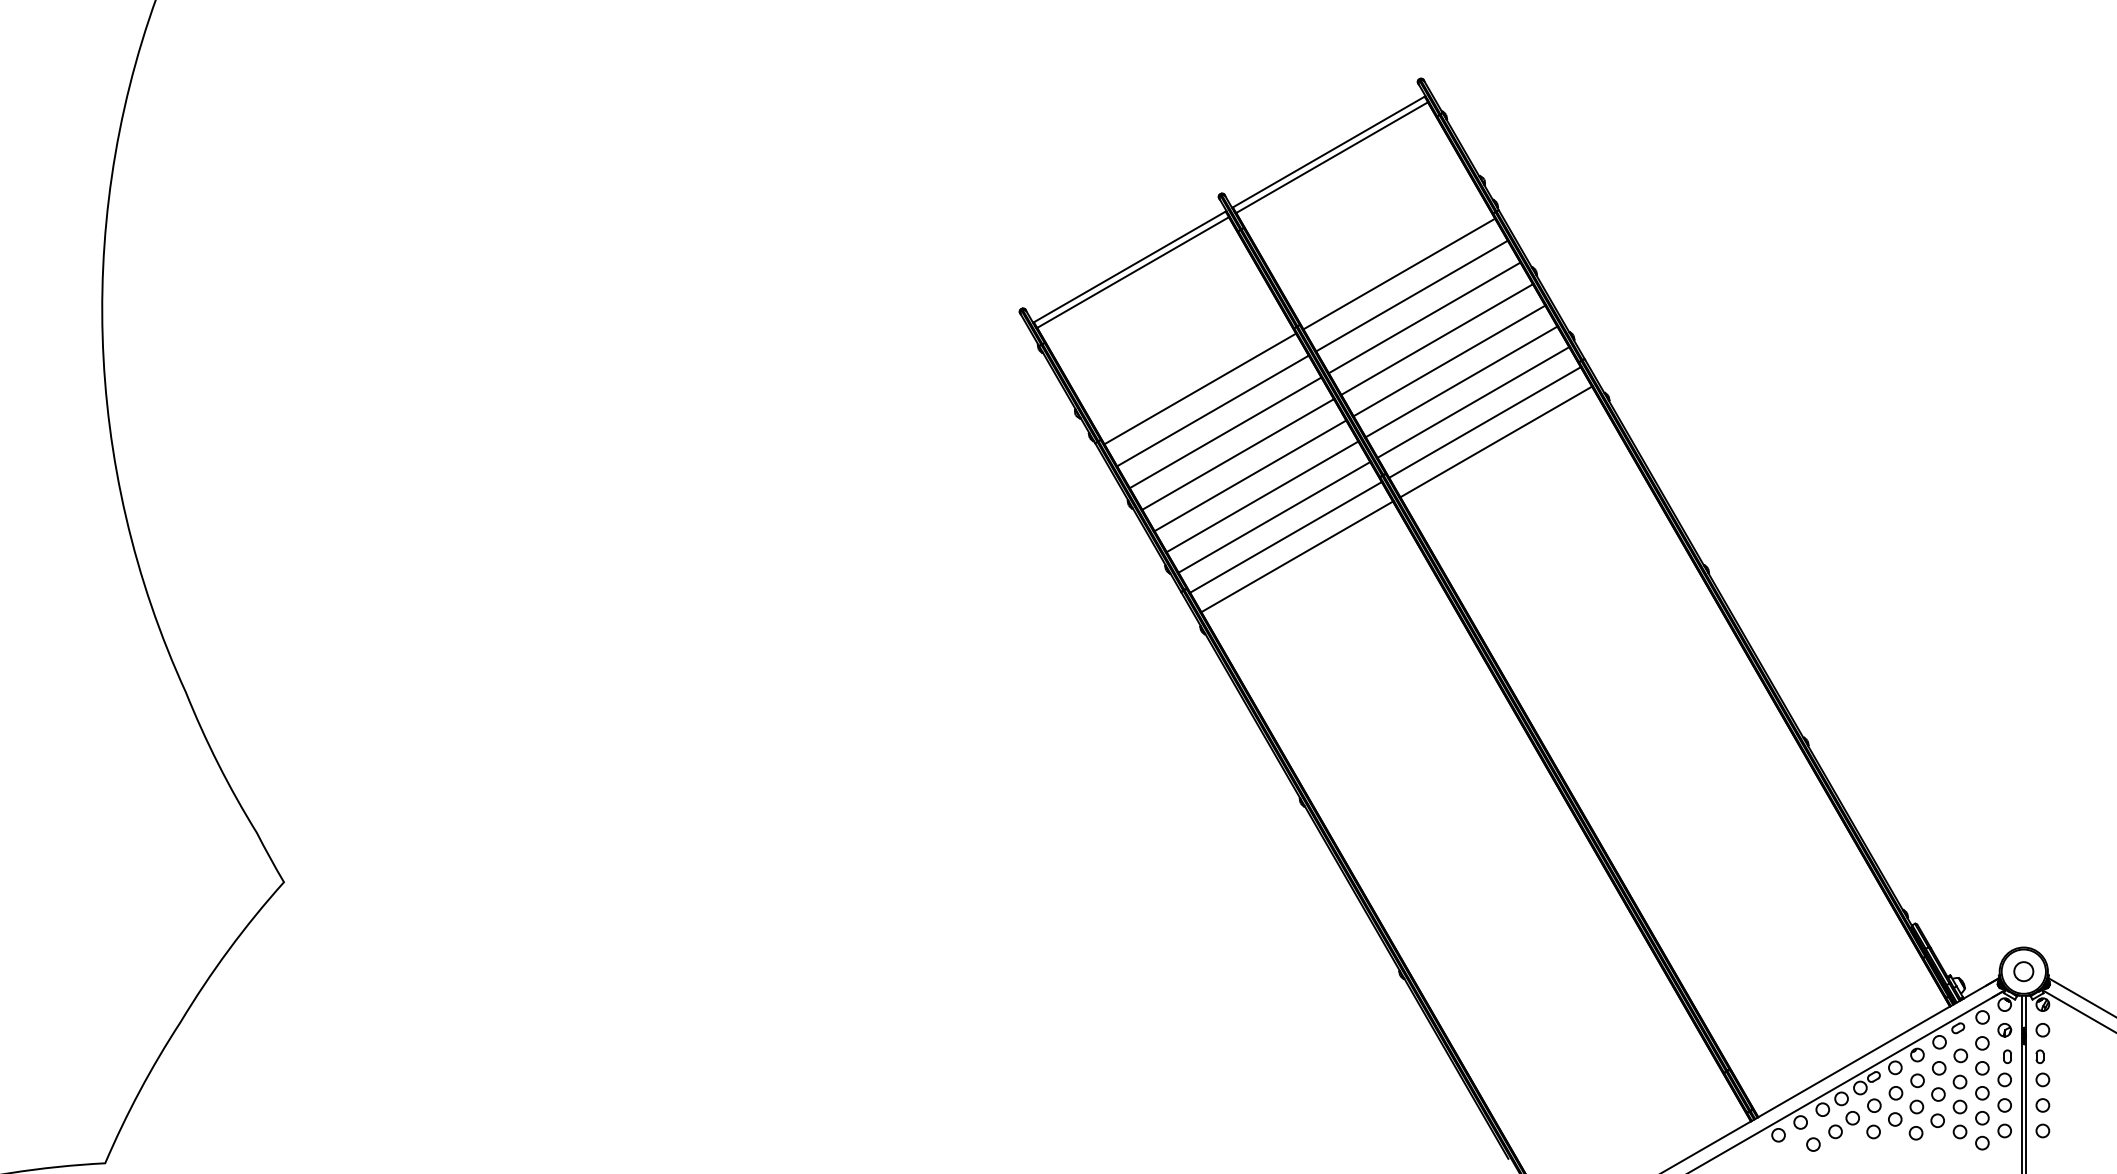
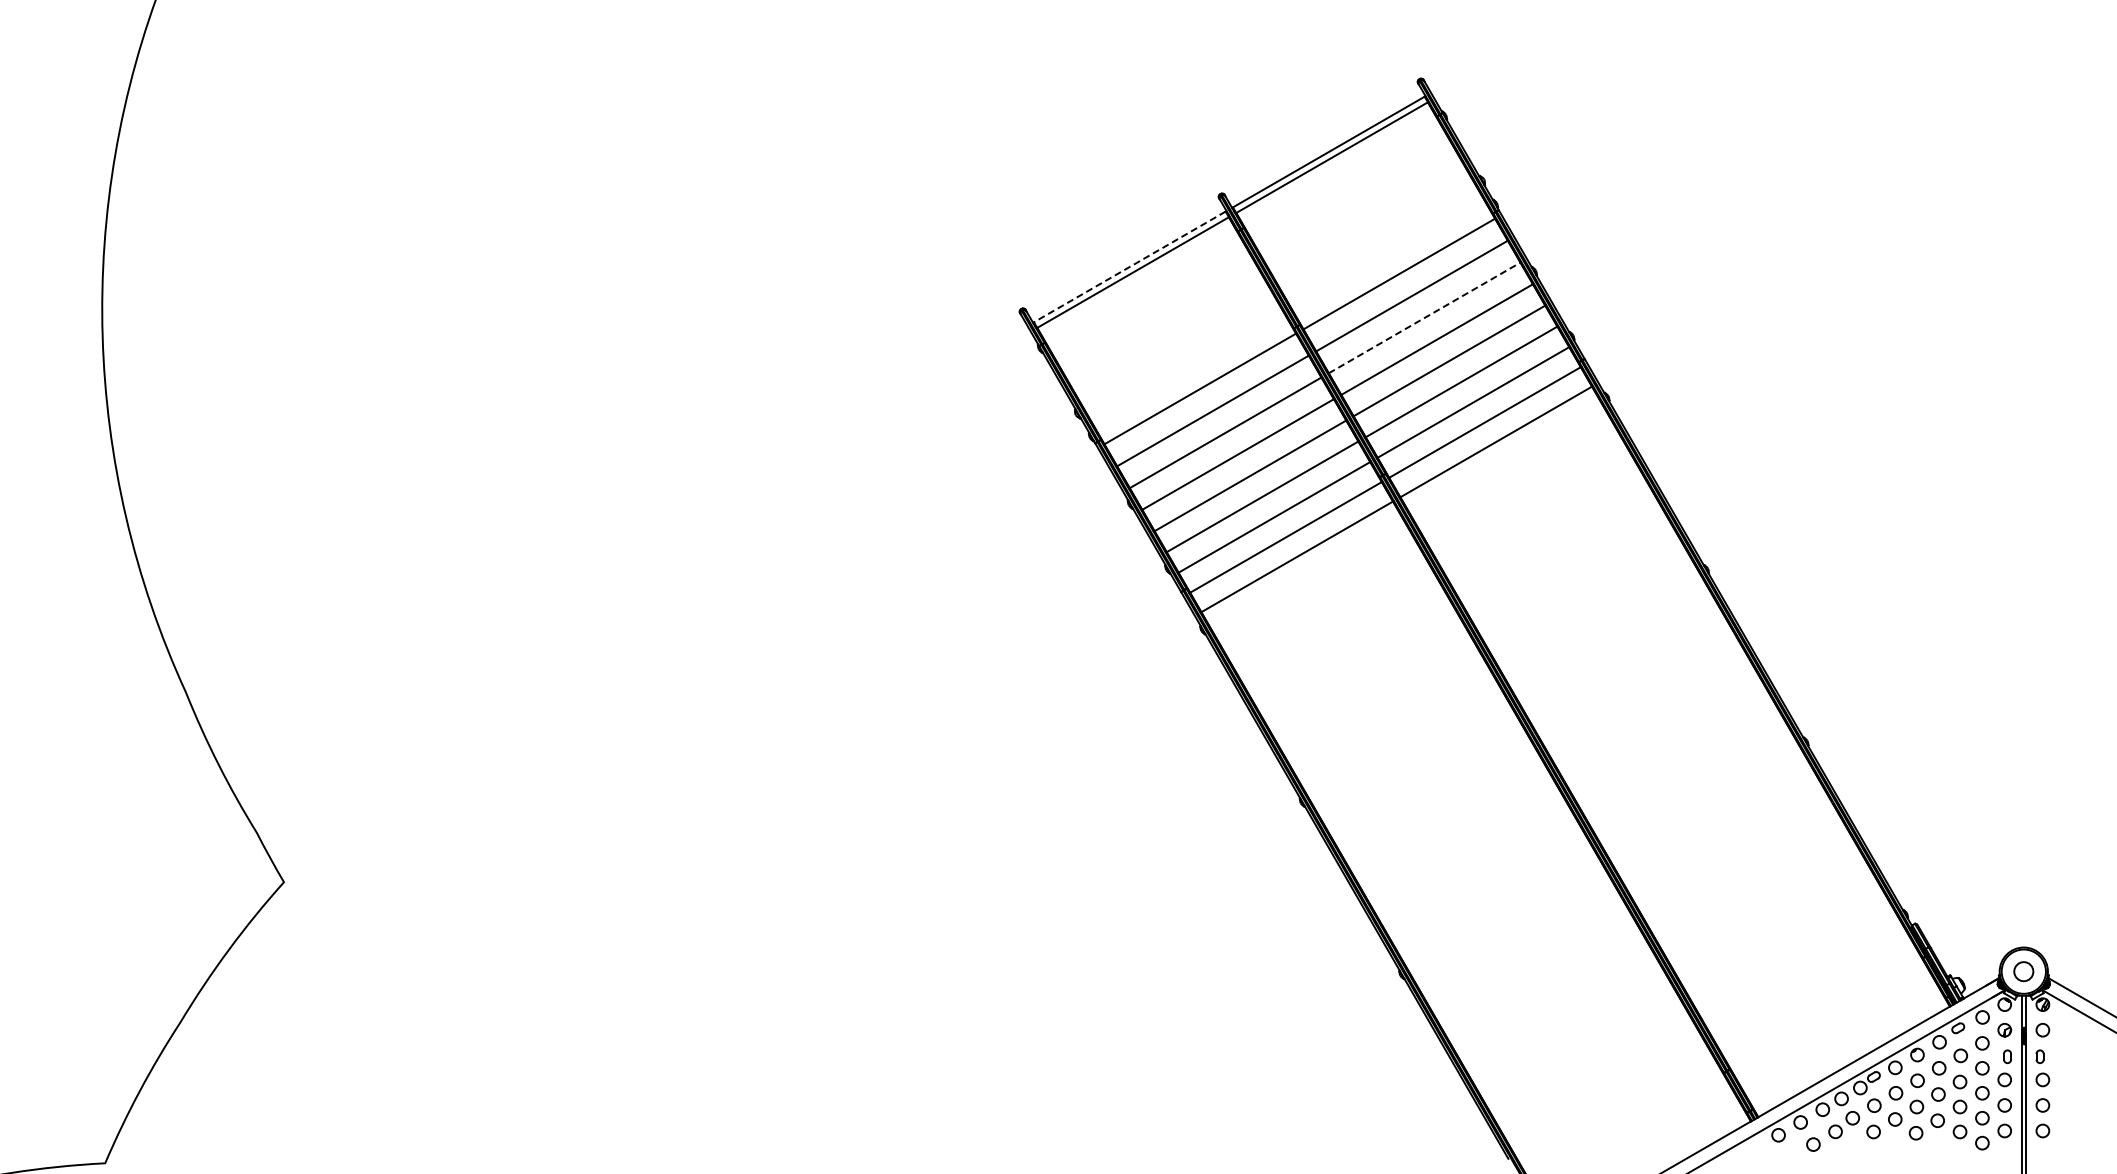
line at (1129, 266): solid -> dashed
line at (1424, 317): solid -> dashed
